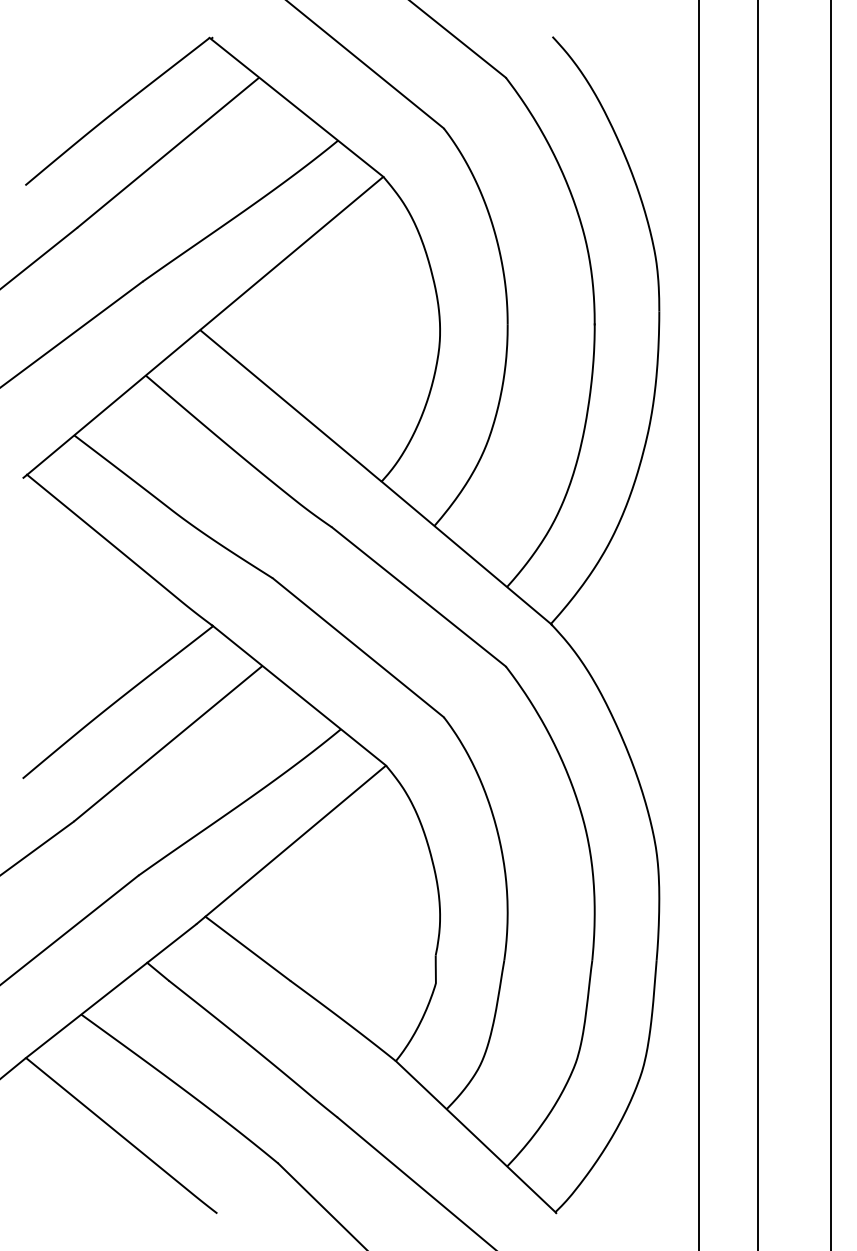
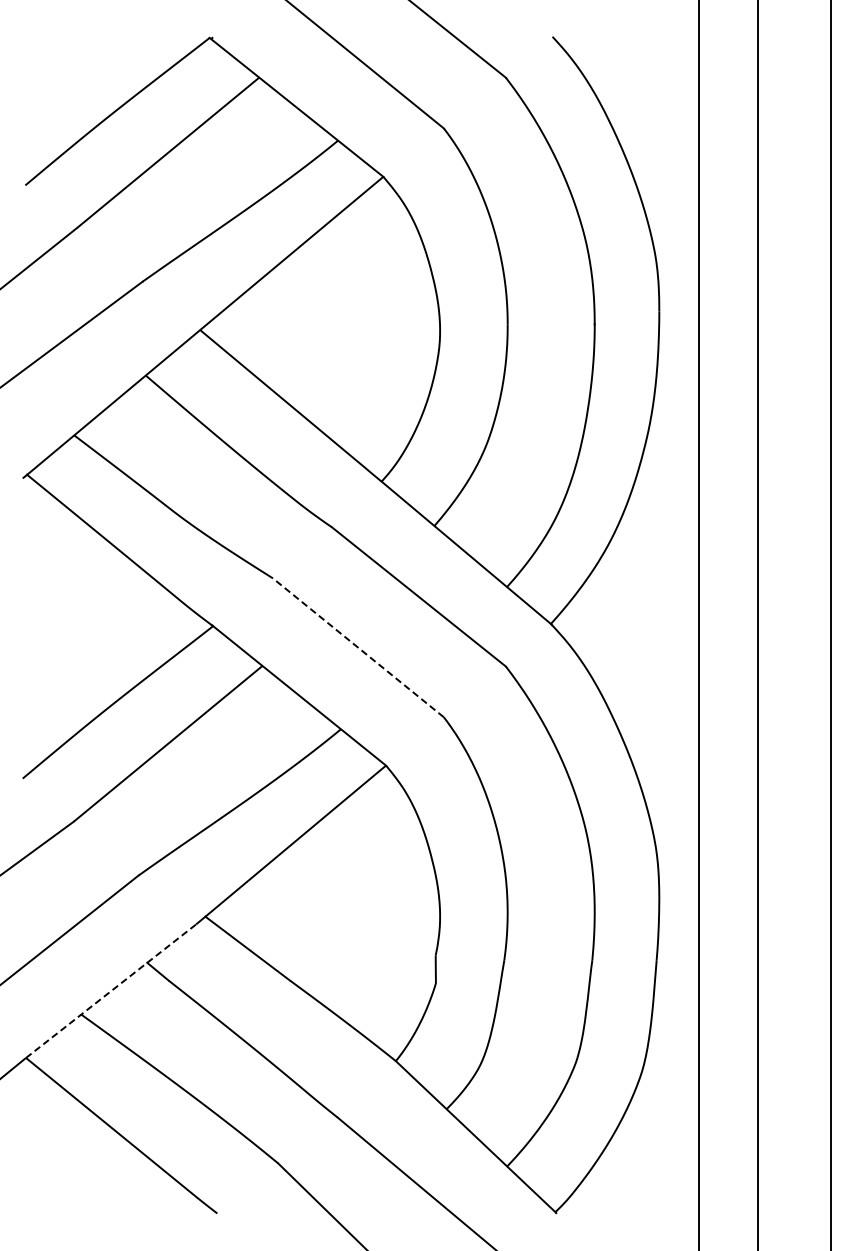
line at (357, 647): solid -> dashed
line at (111, 990): solid -> dashed
